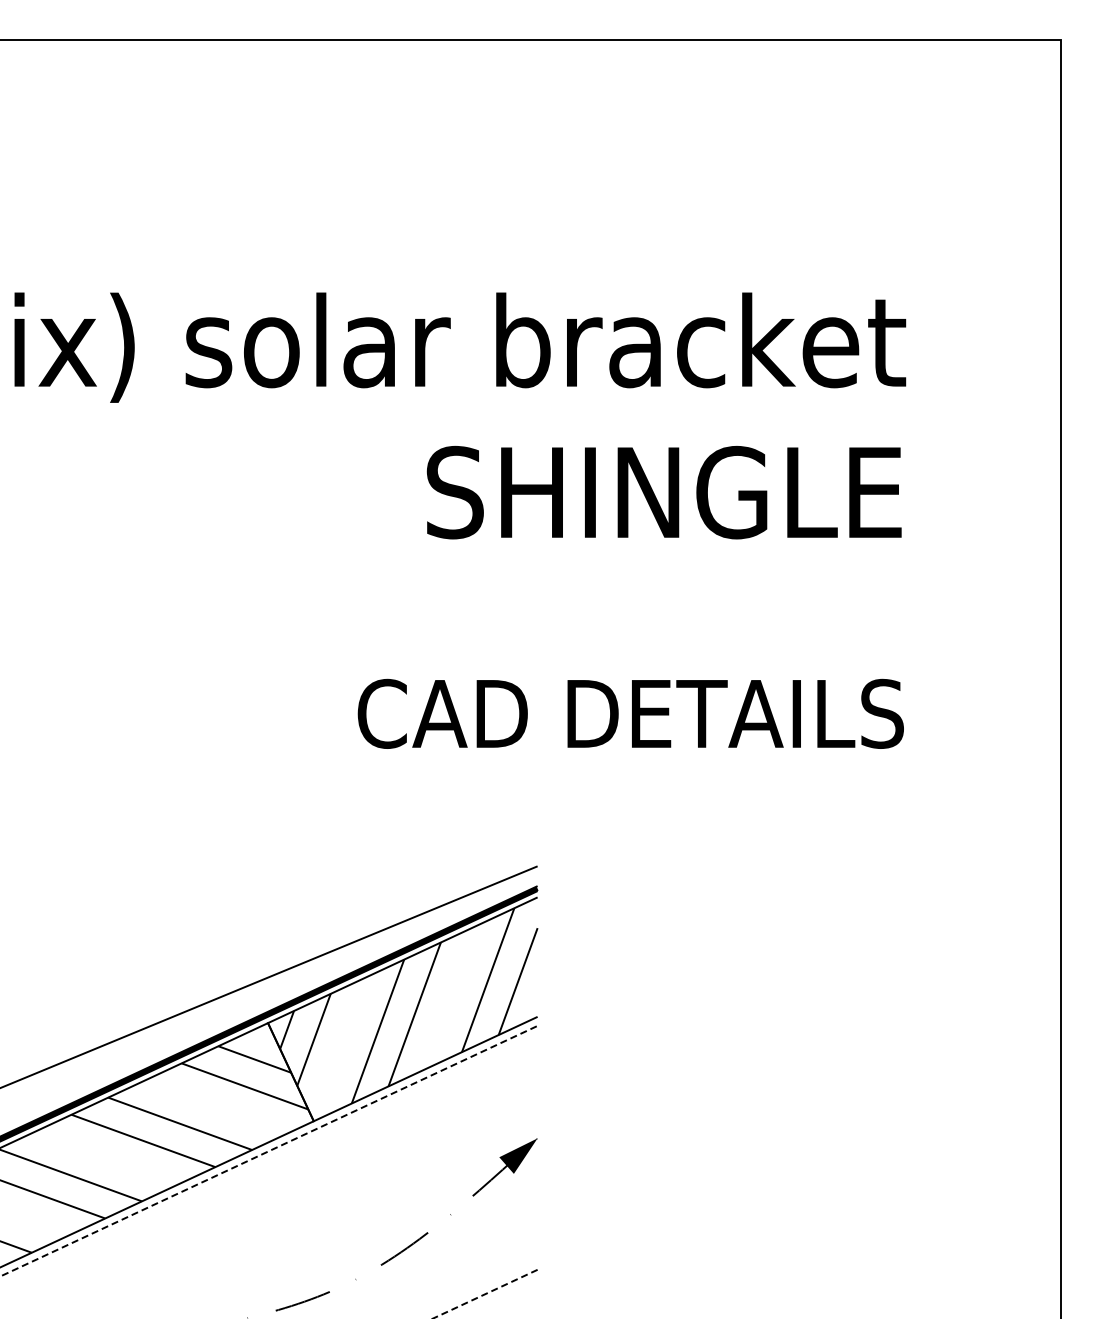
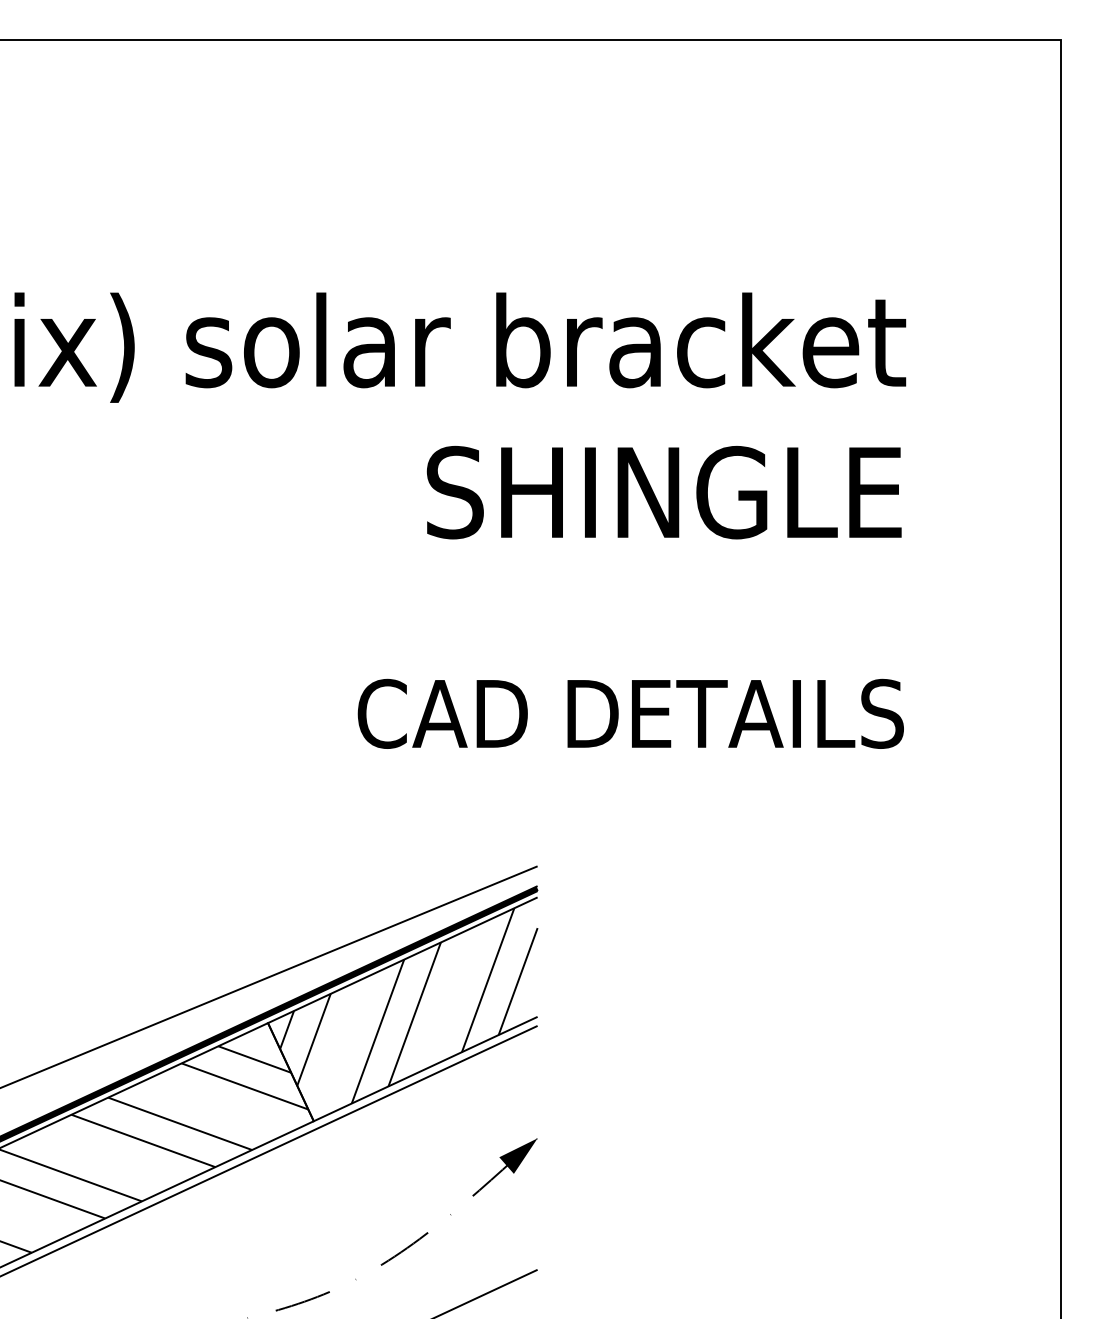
line at (269, 1151): dashed -> solid
line at (485, 1294): dashed -> solid
